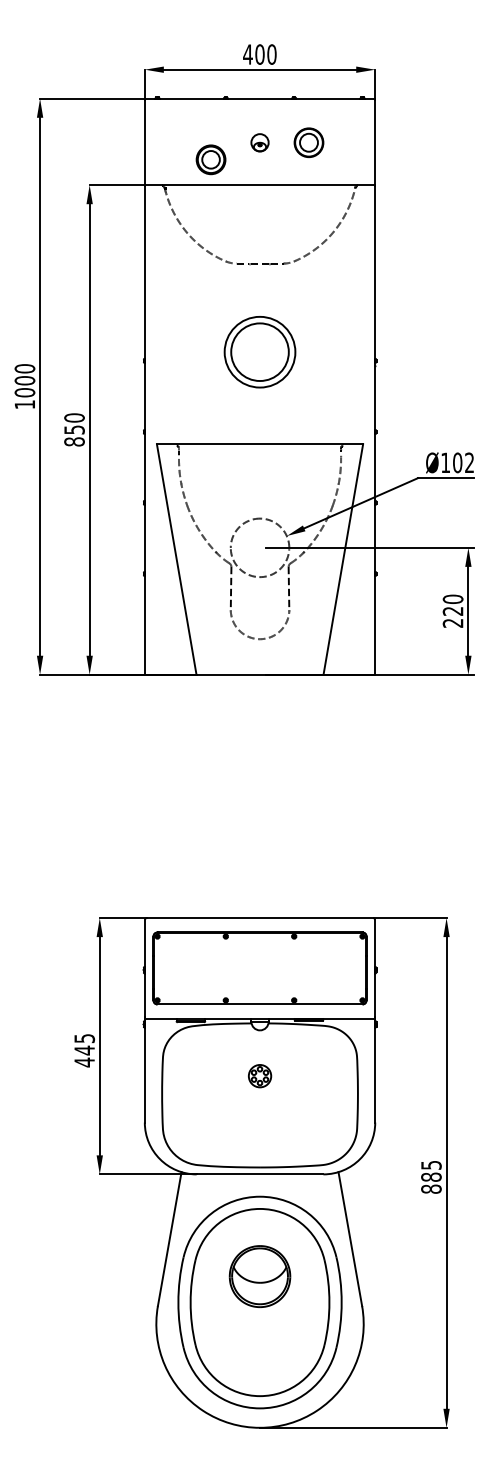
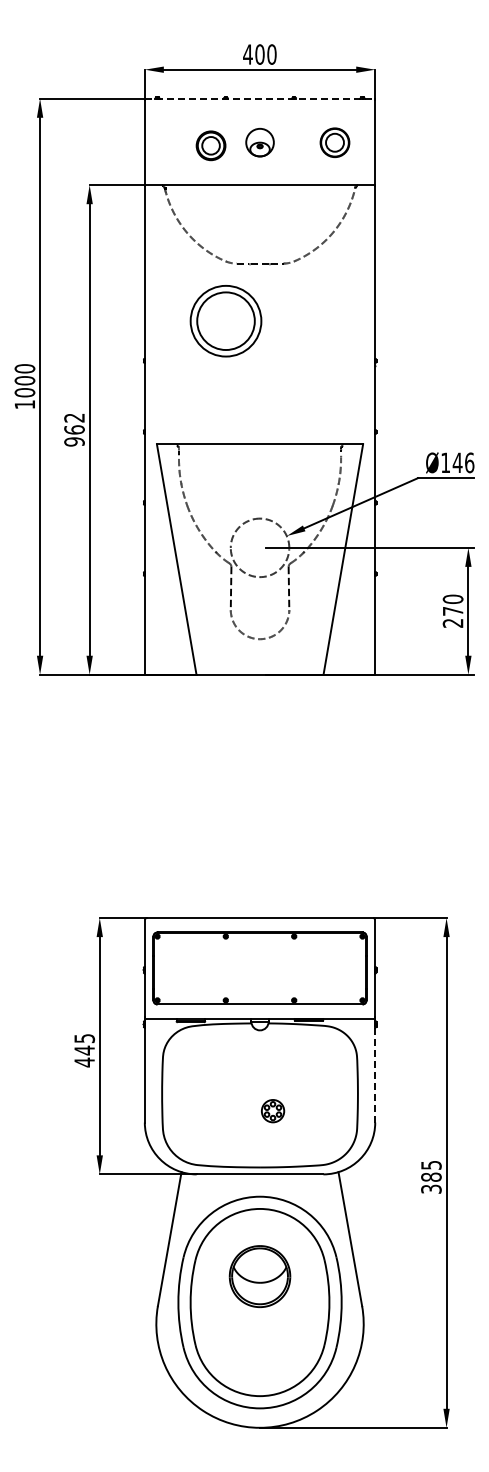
line at (260, 98): solid -> dashed
part at (259, 142) size: 20x20 px -> 30x31 px
part at (308, 142) position: (308, 142) -> (334, 142)
part at (210, 159) position: (210, 159) -> (210, 145)
part at (259, 352) position: (259, 352) -> (225, 321)
text at (74, 429): 850 -> 962
text at (463, 462): Ø102 -> Ø146
text at (452, 611): 220 -> 270
line at (375, 1070): solid -> dashed
part at (260, 1076) position: (260, 1076) -> (273, 1111)
text at (431, 1188): 885 -> 385
